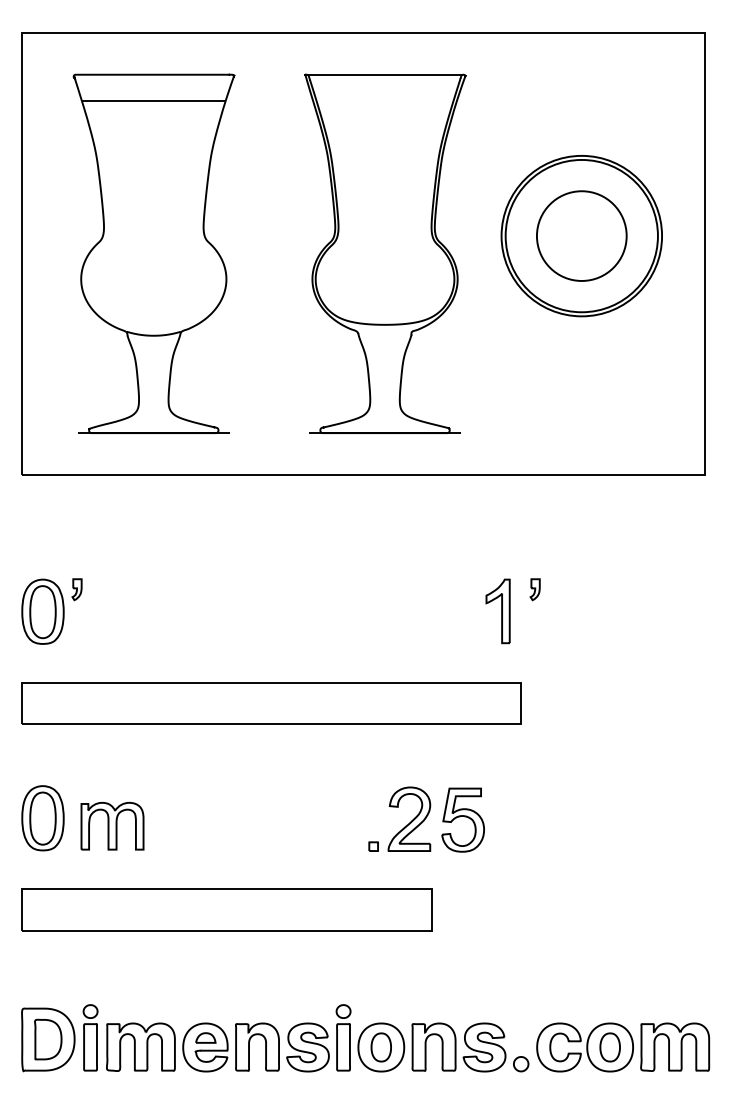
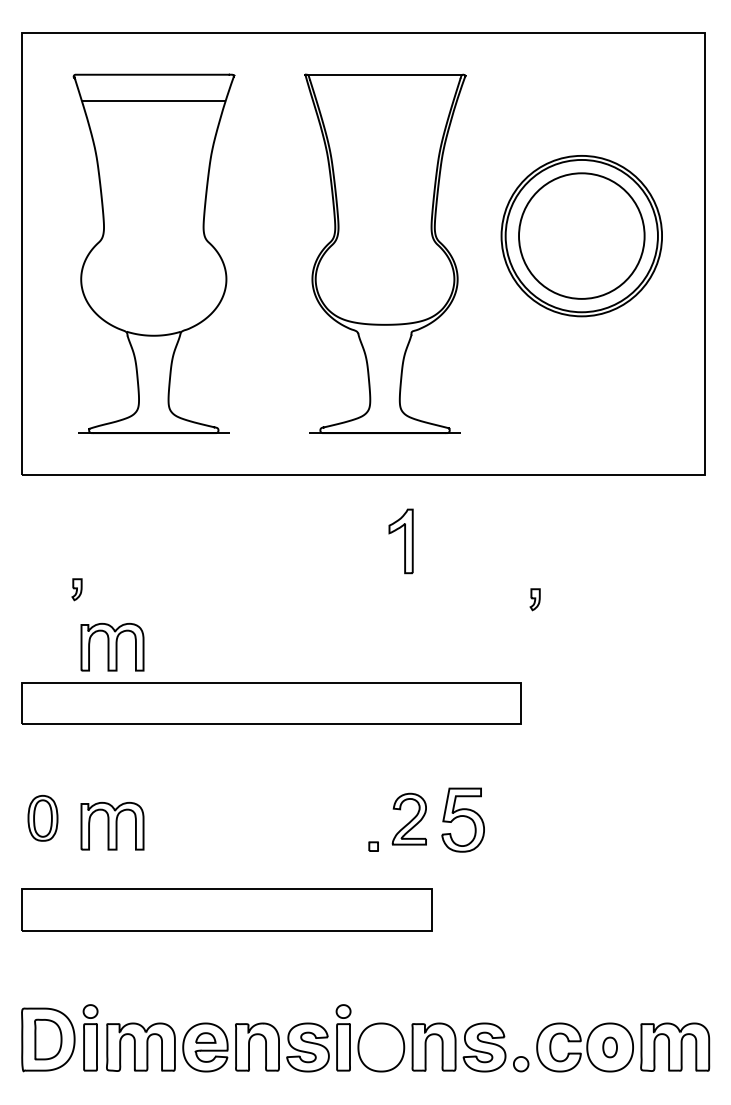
circle at (581, 235) diameter: 90 px -> 126 px
part at (534, 589) position: (534, 589) -> (534, 599)
part at (42, 611): present -> none
part at (497, 611) position: (497, 611) -> (400, 541)
part at (112, 647): none -> present
part at (42, 818) size: 44x67 px -> 32x47 px
part at (409, 818) size: 45x66 px -> 36x54 px
part at (380, 1047): present -> none
part at (609, 1047) size: 22x31 px -> 16x23 px
